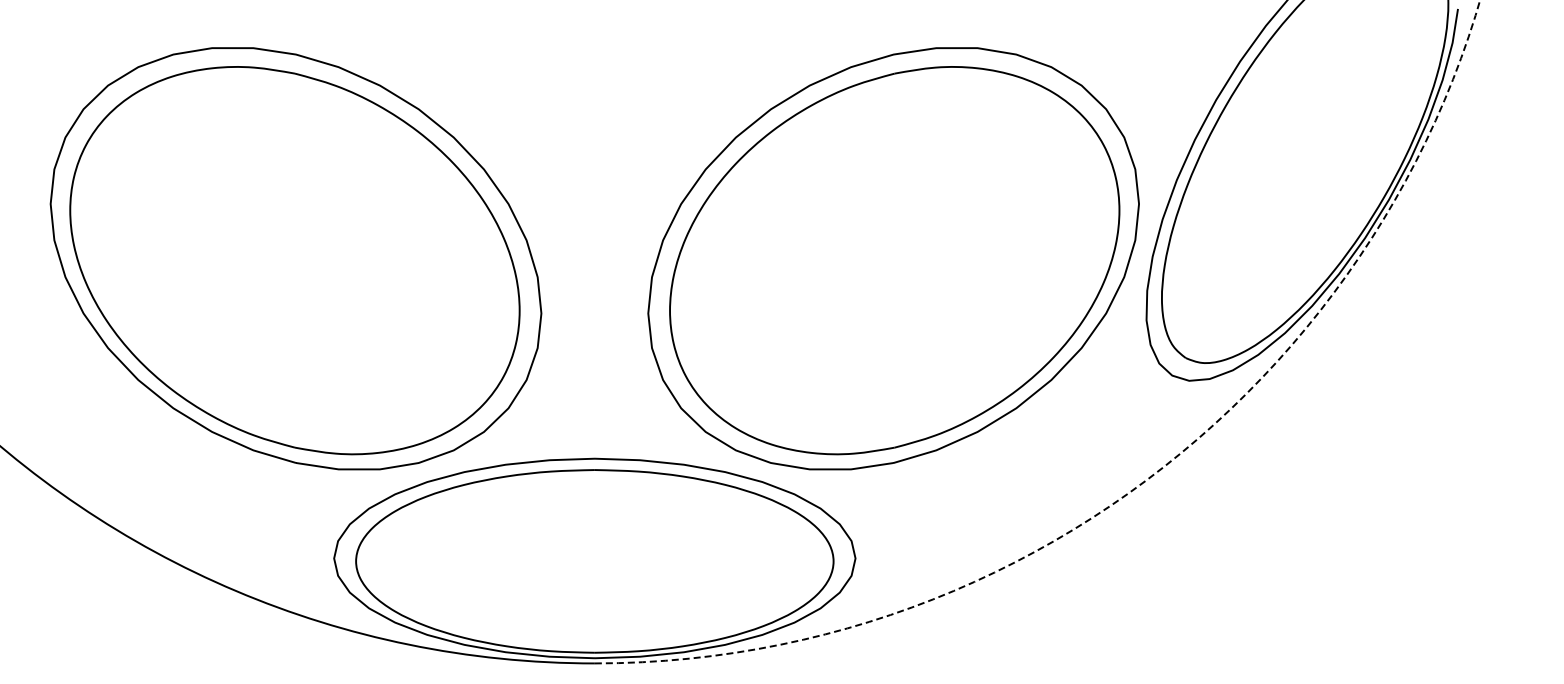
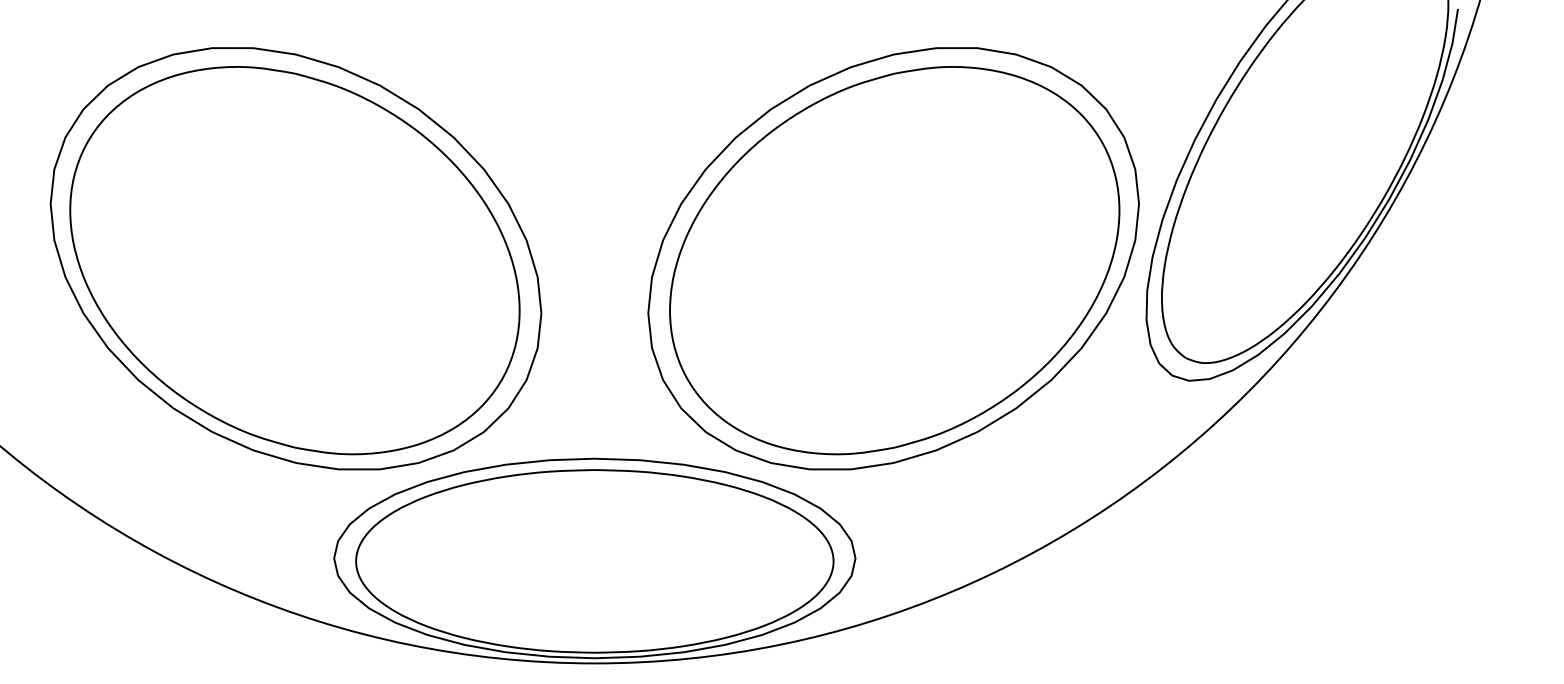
arc at (1149, 477): dashed -> solid
